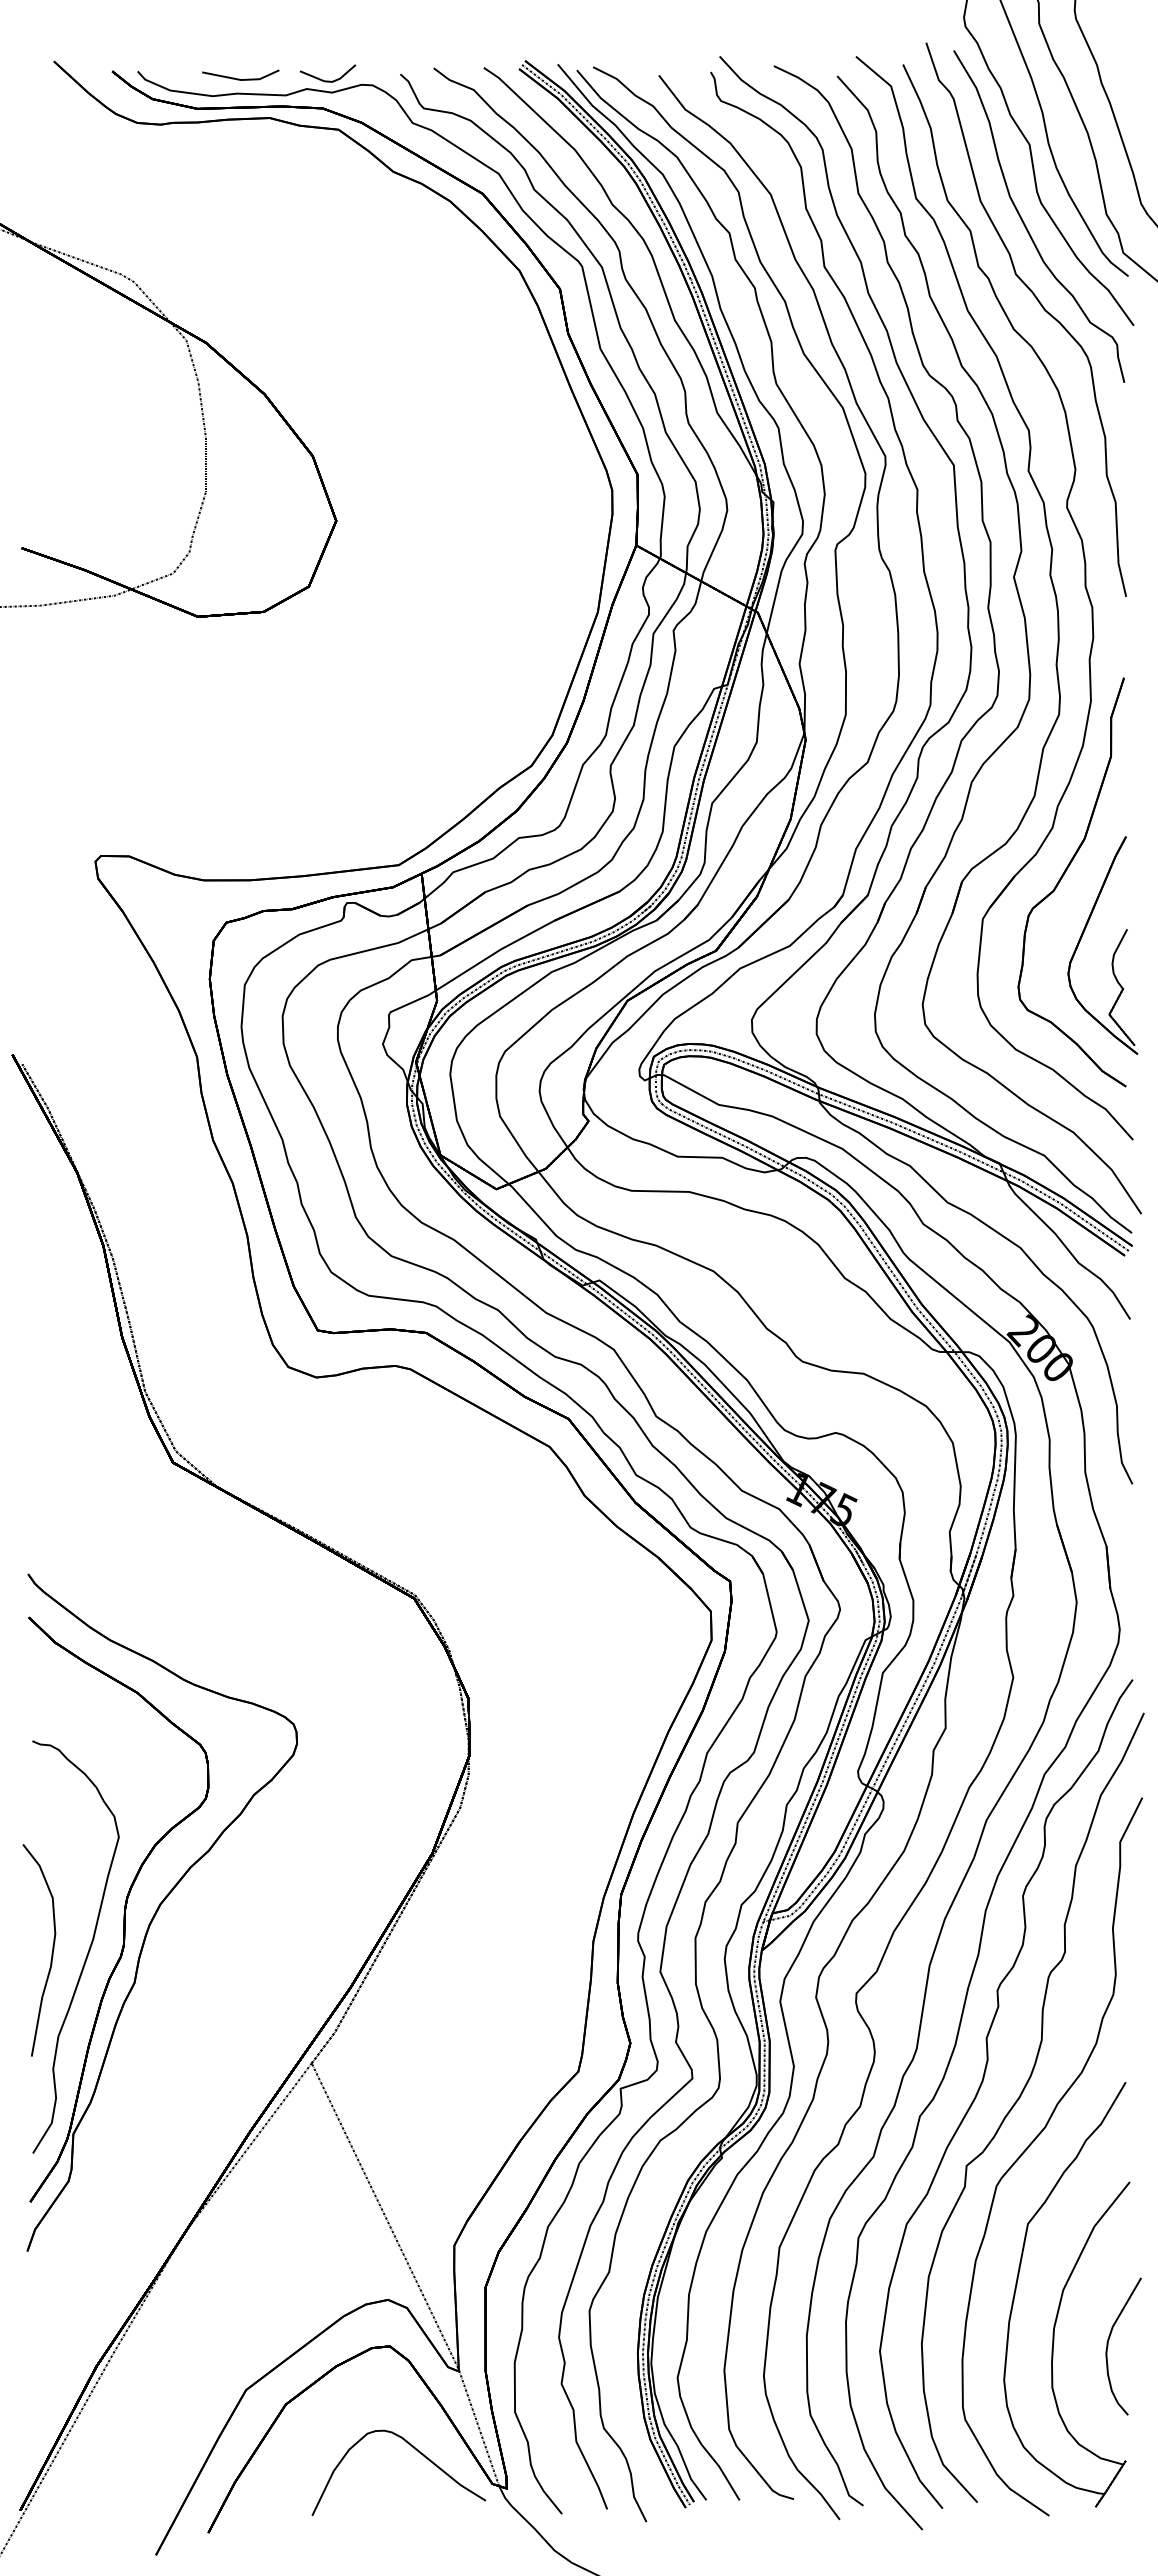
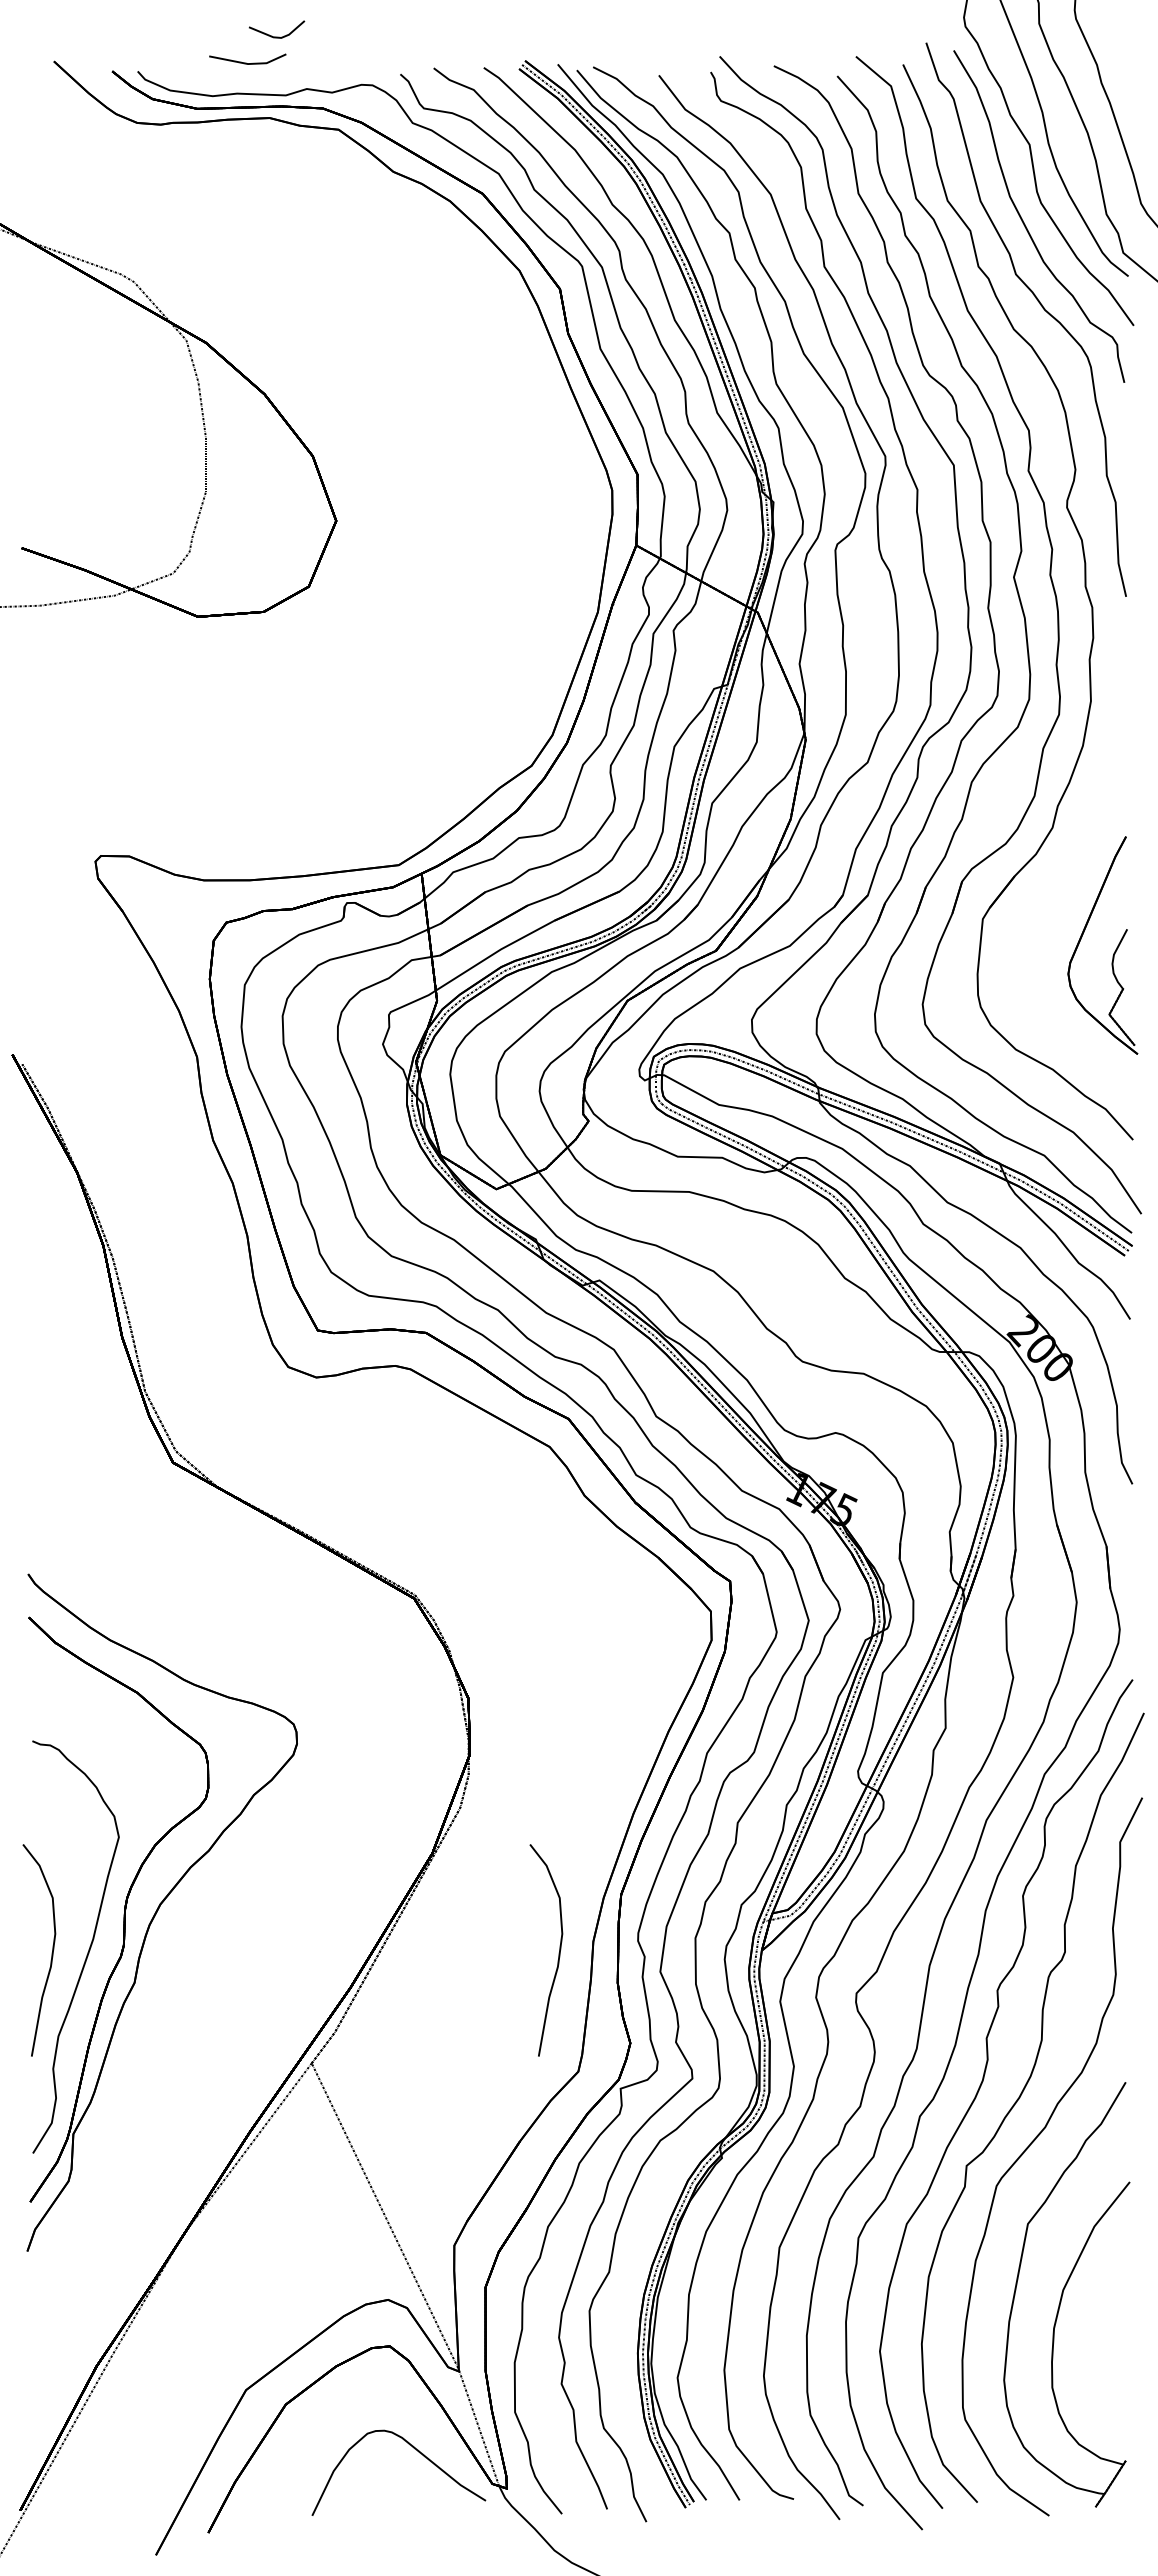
line at (239, 78) position: (239, 78) -> (246, 62)
line at (327, 80) position: (327, 80) -> (276, 36)
part at (1062, 878): present -> none
part at (558, 1952): none -> present
curve at (1108, 2346): present -> none
